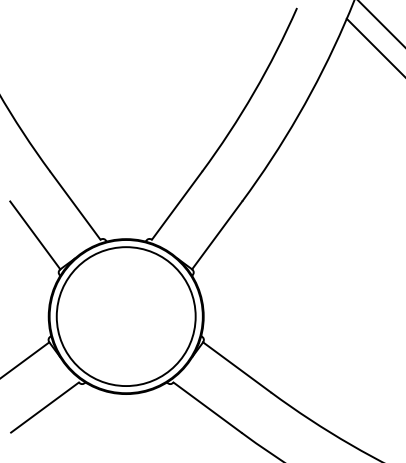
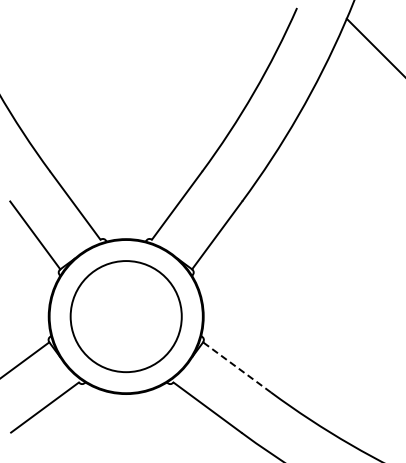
line at (380, 23): present -> none
circle at (125, 316) diameter: 139 px -> 111 px
line at (236, 367): solid -> dashed
